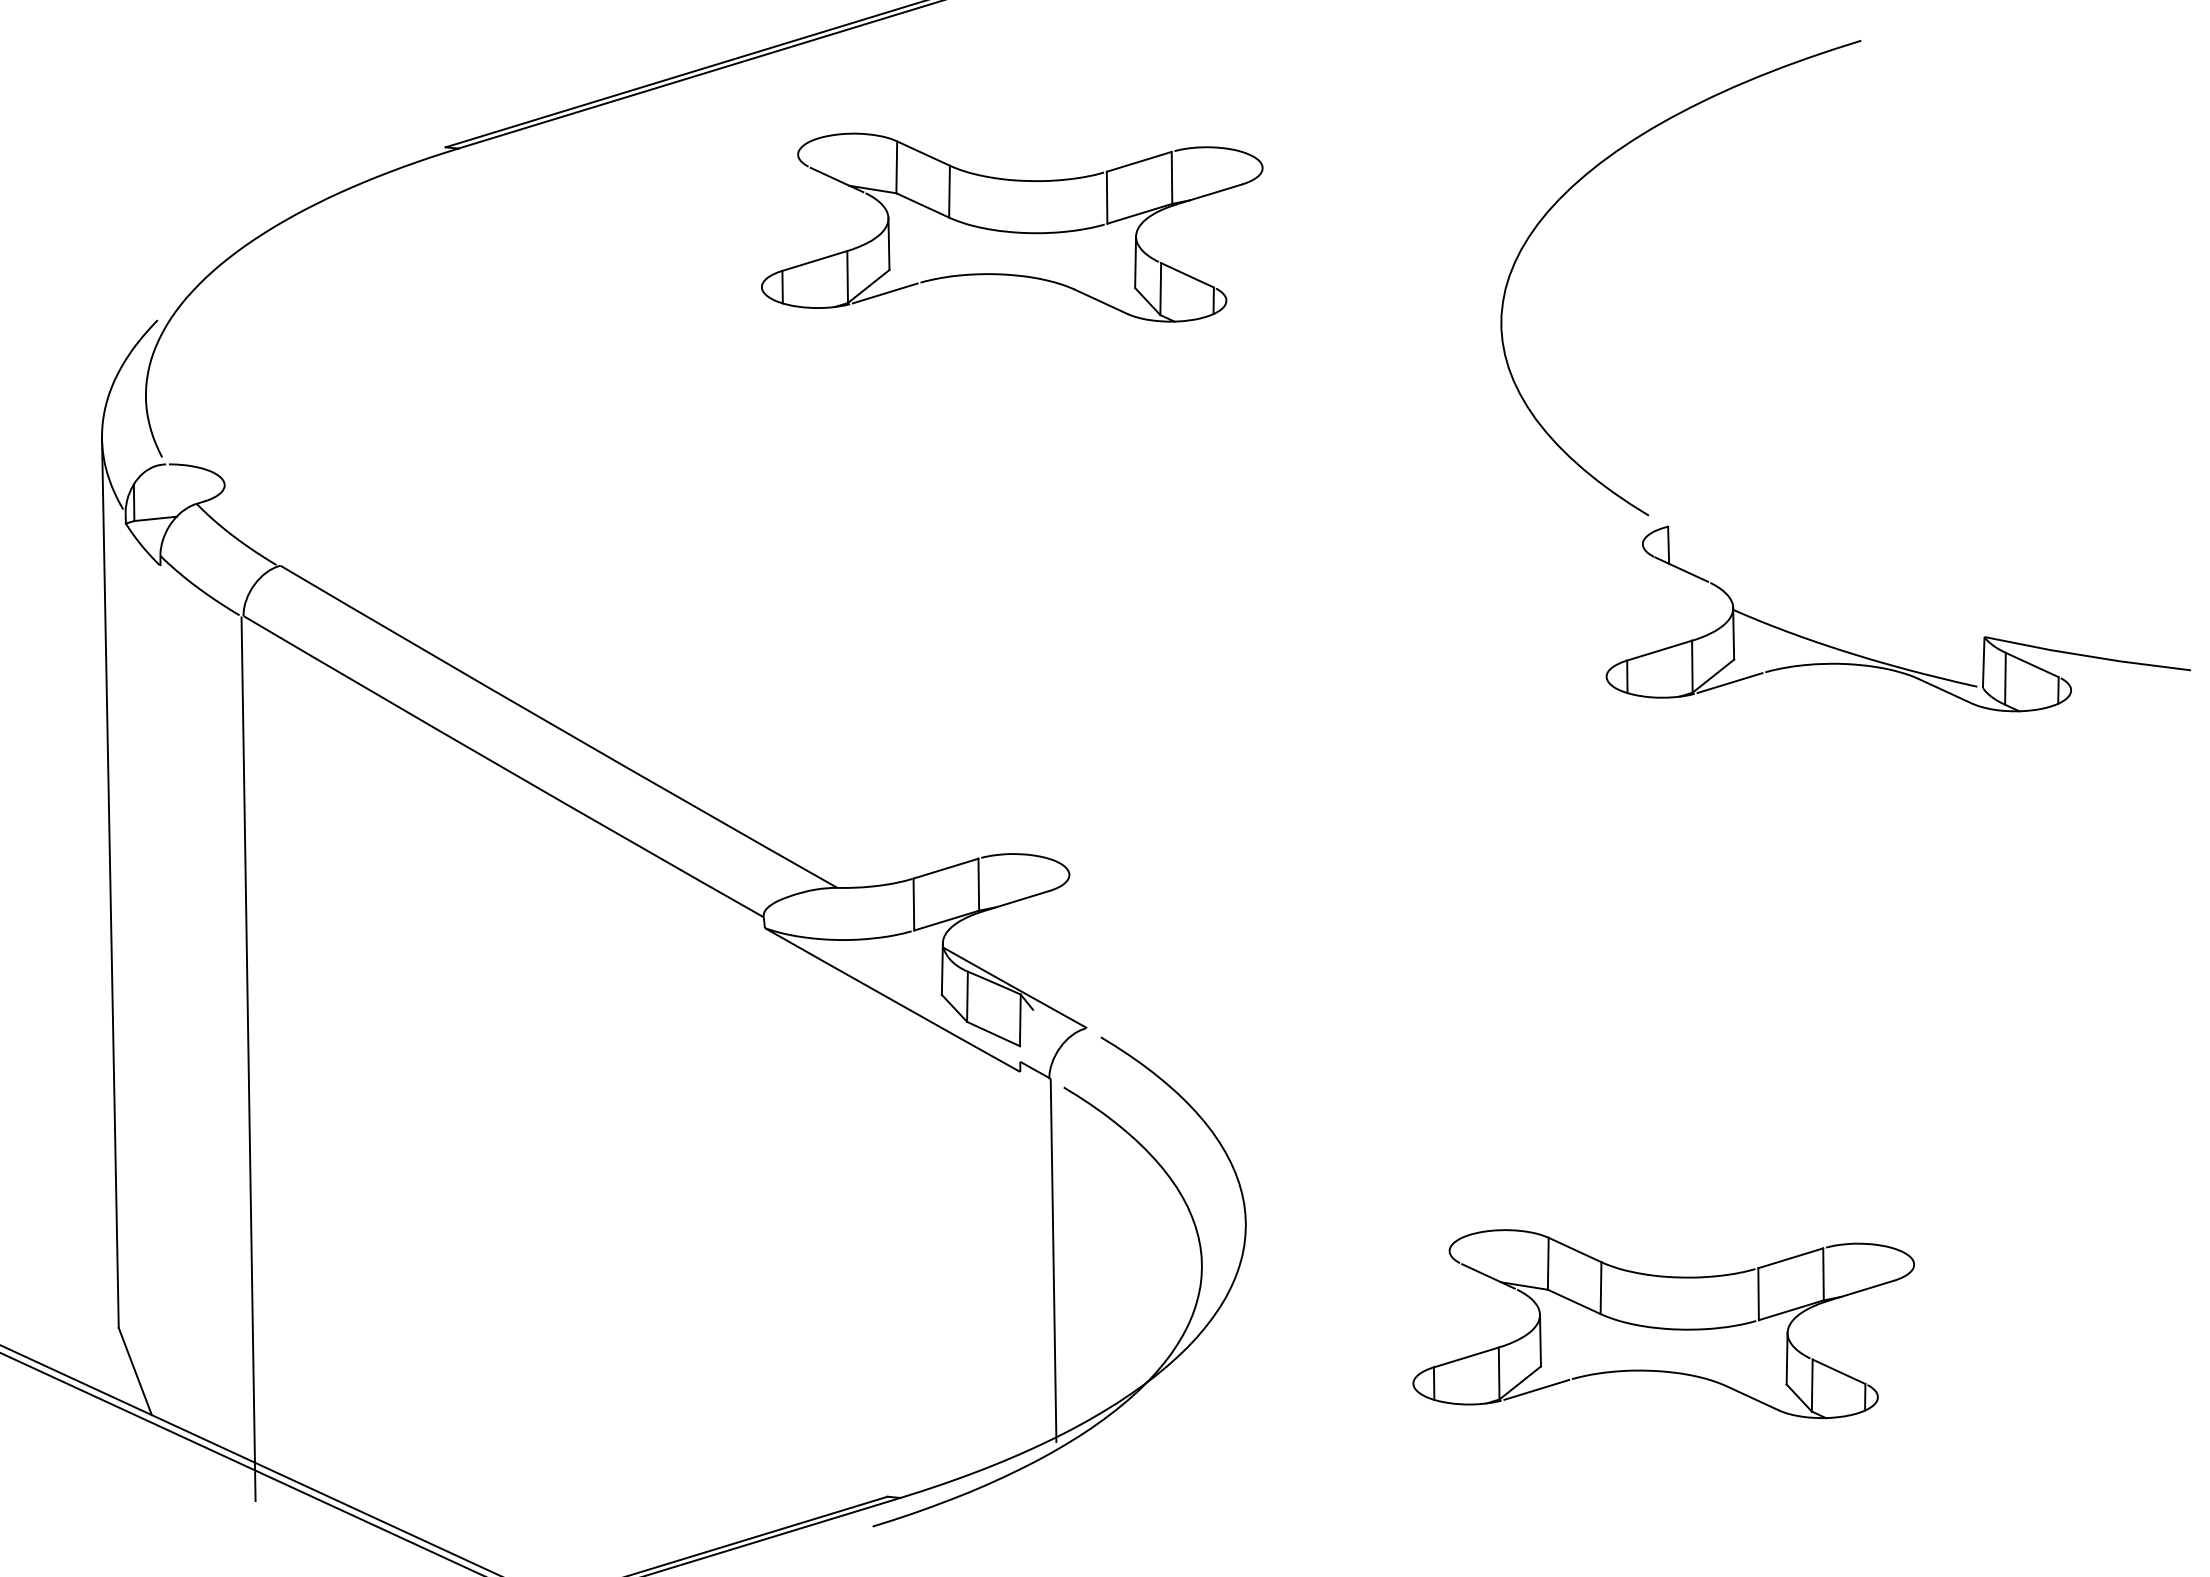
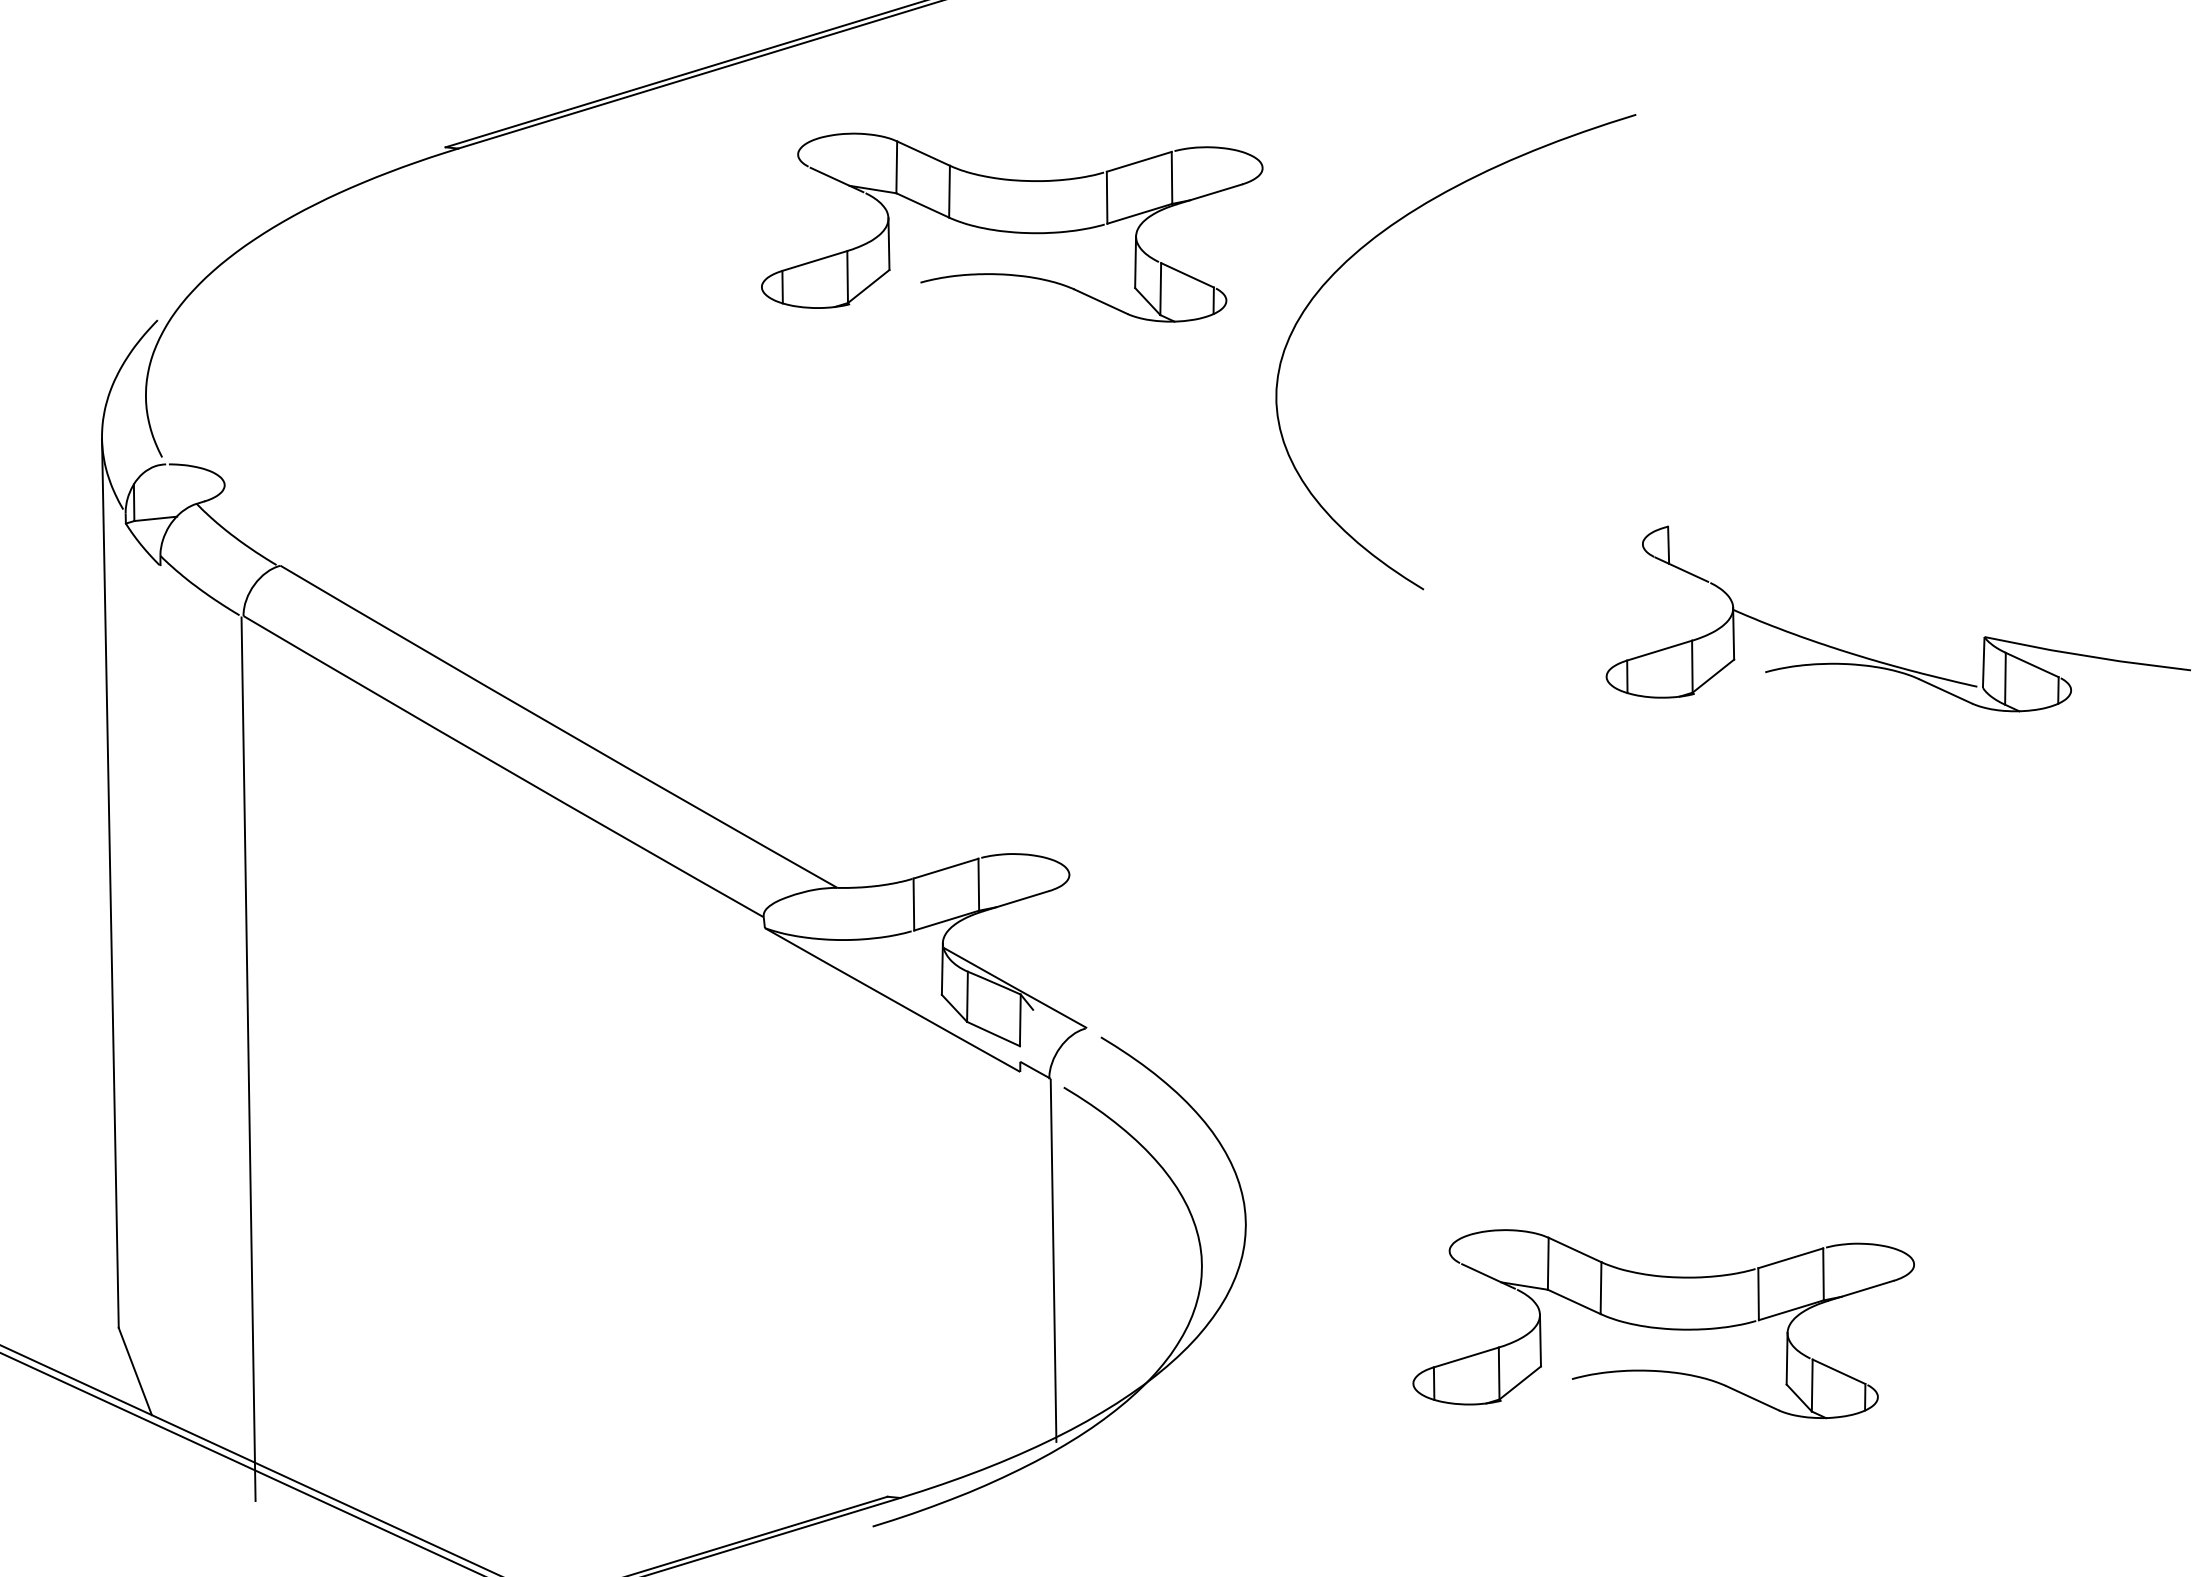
curve at (1594, 169) position: (1594, 169) -> (1369, 243)
line at (884, 293): present -> none
line at (1729, 683): present -> none
line at (1536, 1389): present -> none
